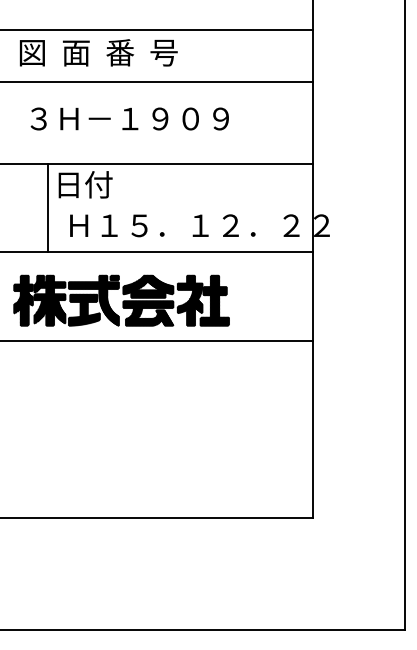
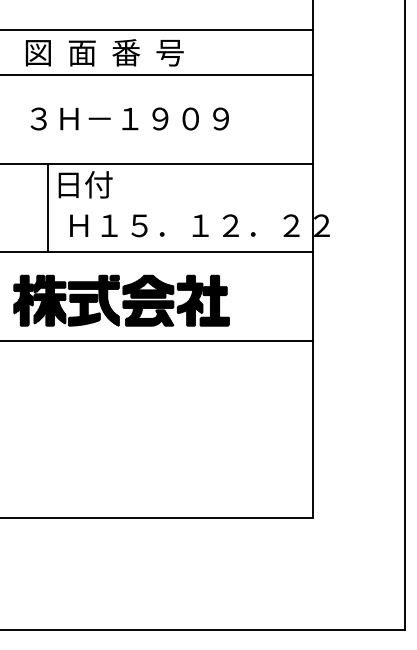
text at (98, 52) position: (98, 52) -> (104, 52)
line at (157, 81) position: (157, 81) -> (157, 74)
